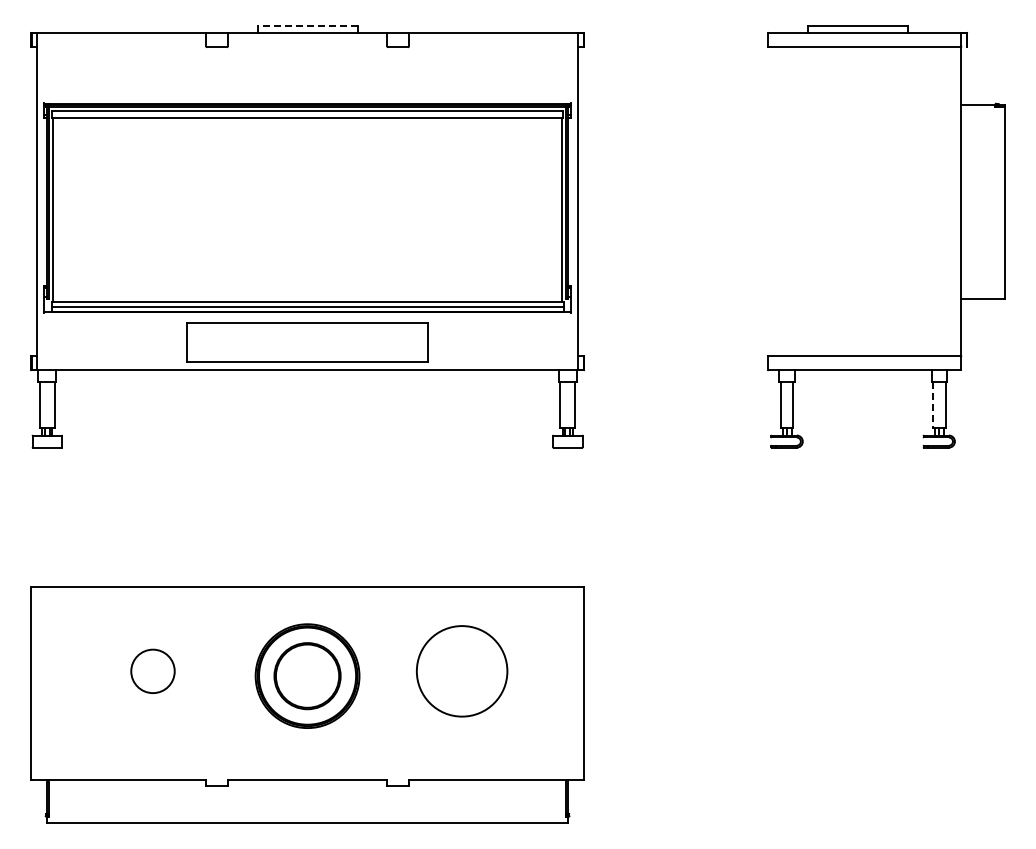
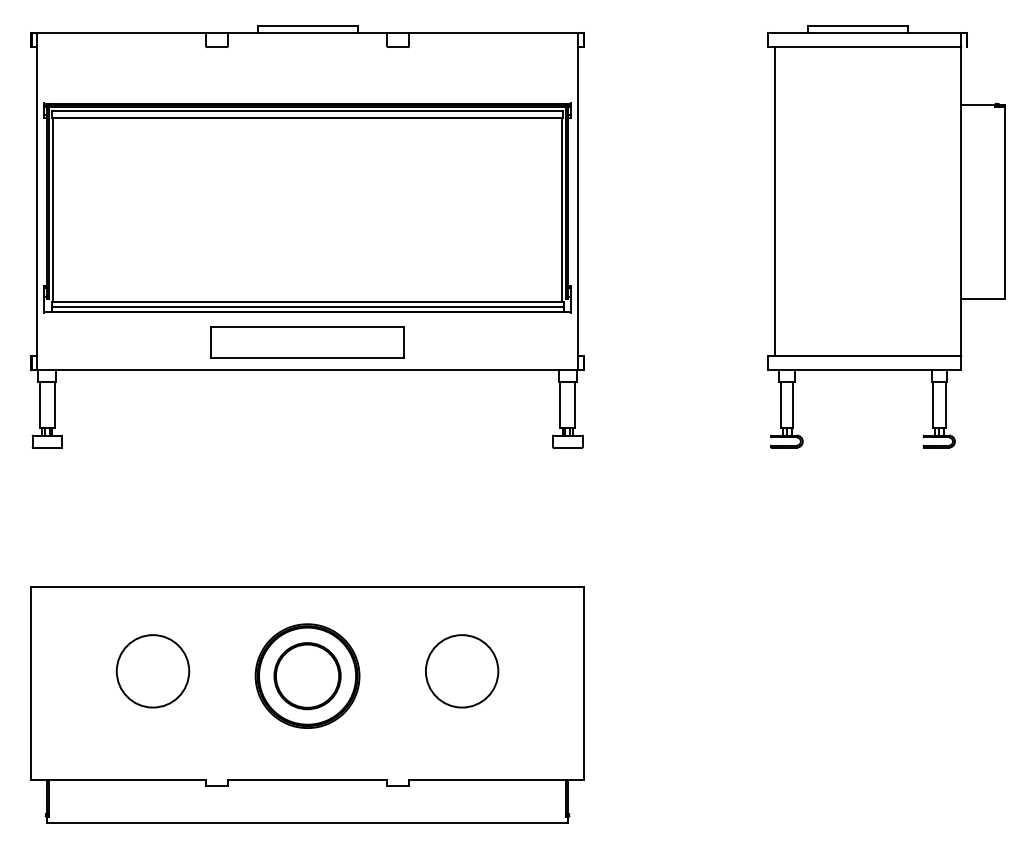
line at (307, 25): dashed -> solid
line at (774, 201): none -> present
part at (307, 342) size: 243x41 px -> 195x33 px
line at (932, 405): dashed -> solid
circle at (152, 670) size: 46x46 px -> 76x75 px
circle at (461, 671) diameter: 91 px -> 72 px
